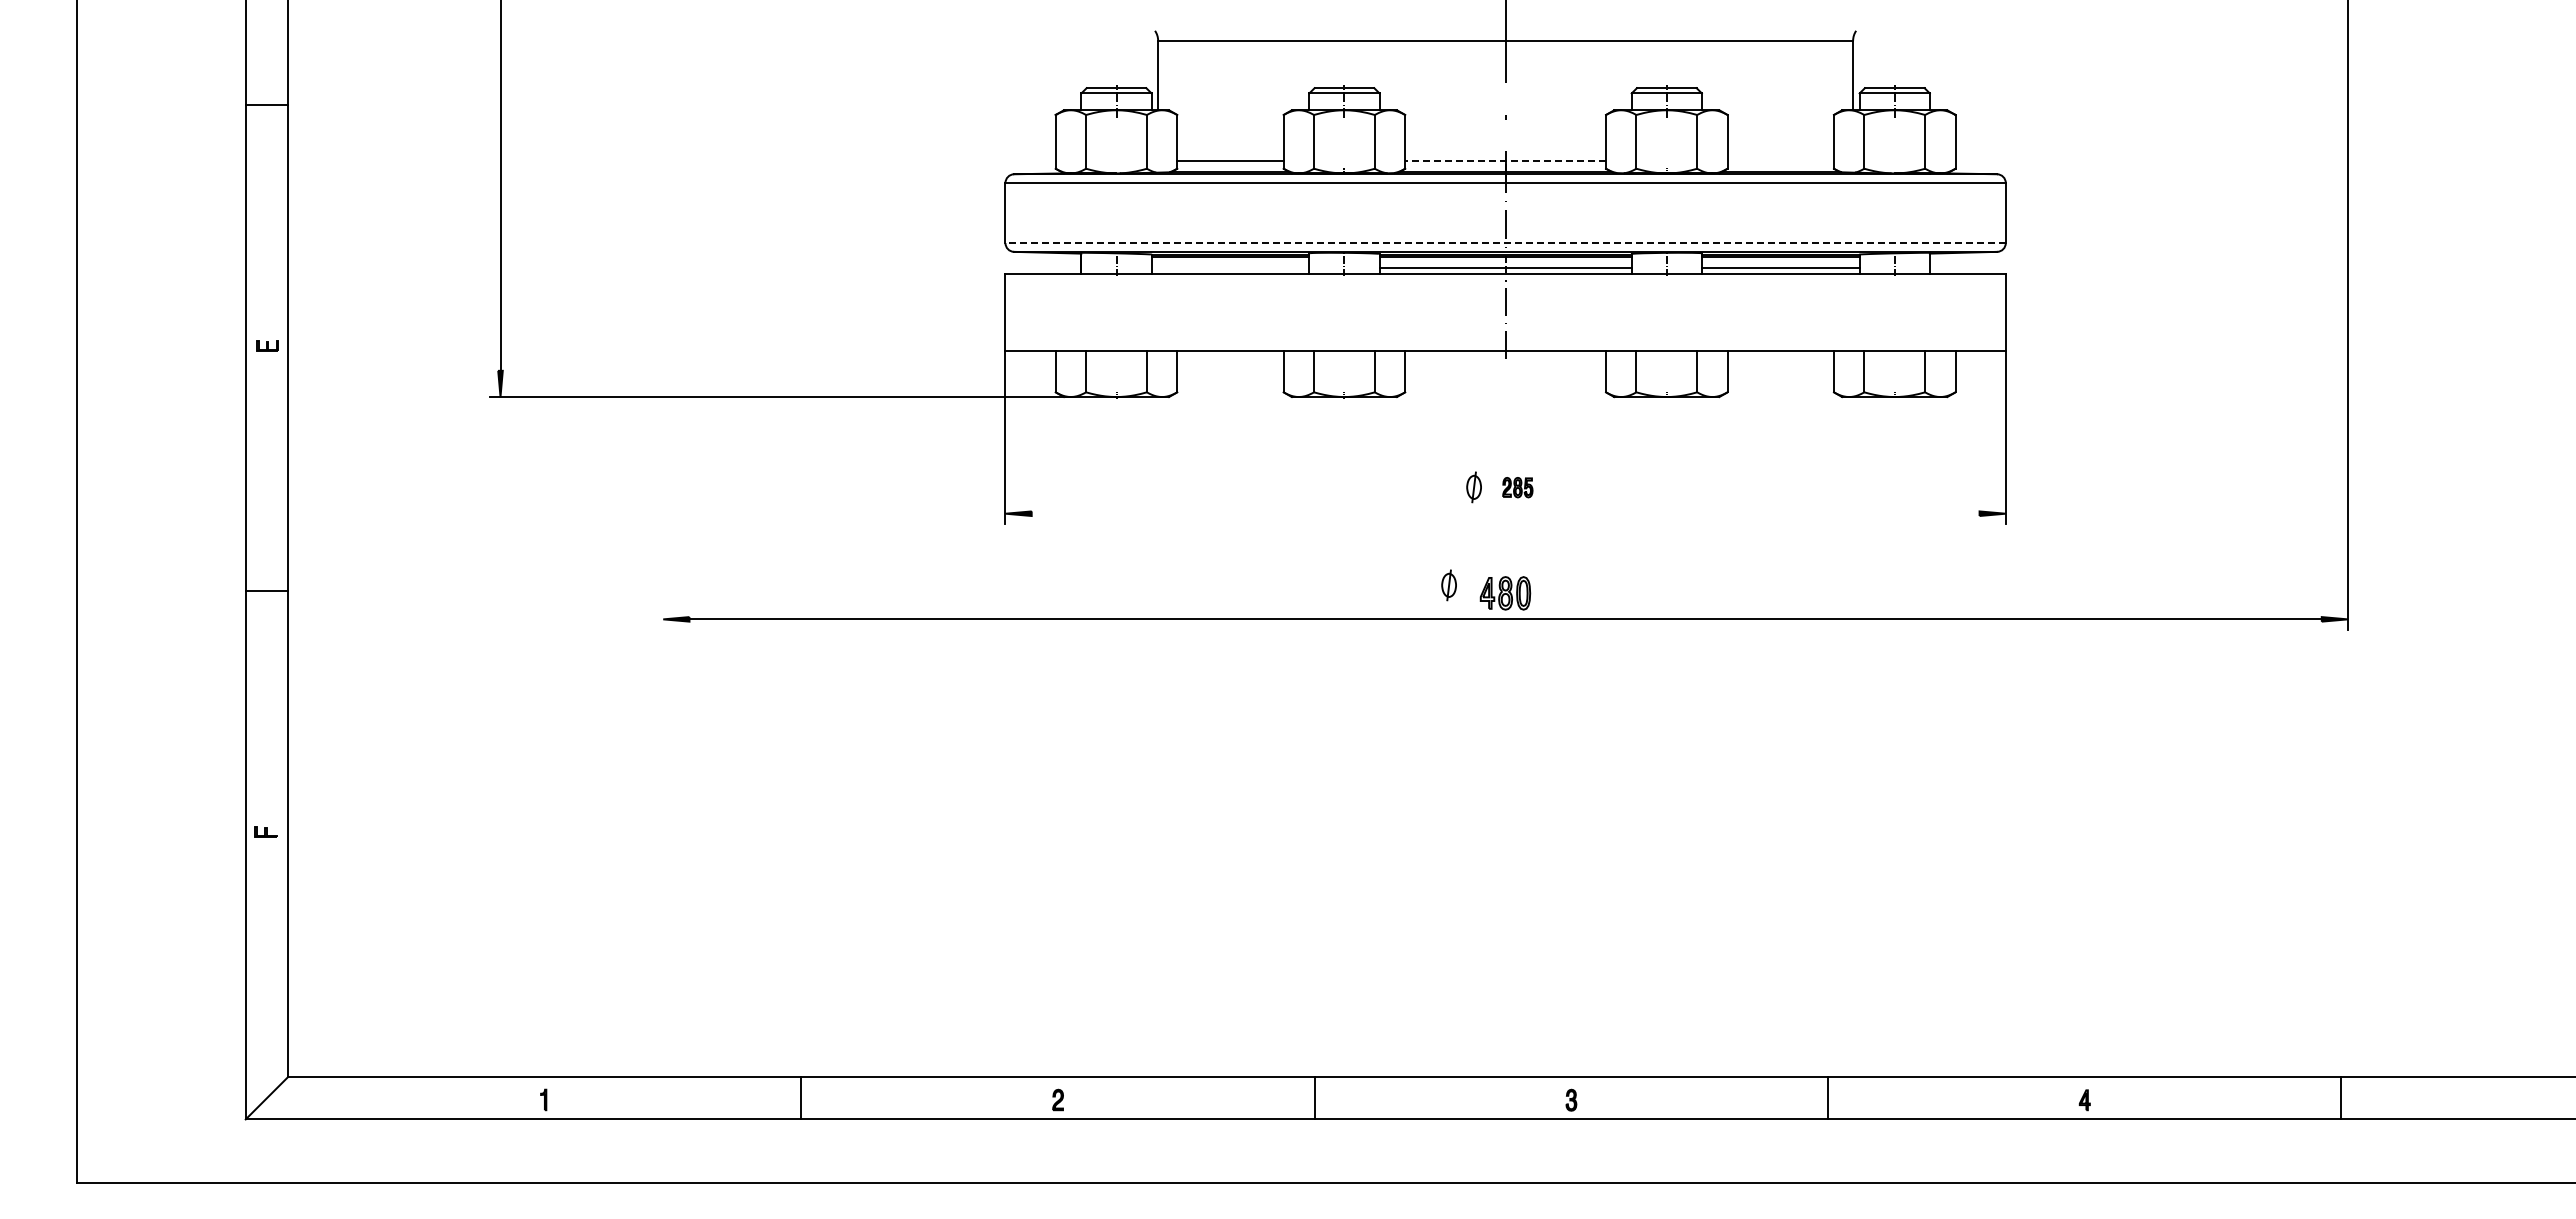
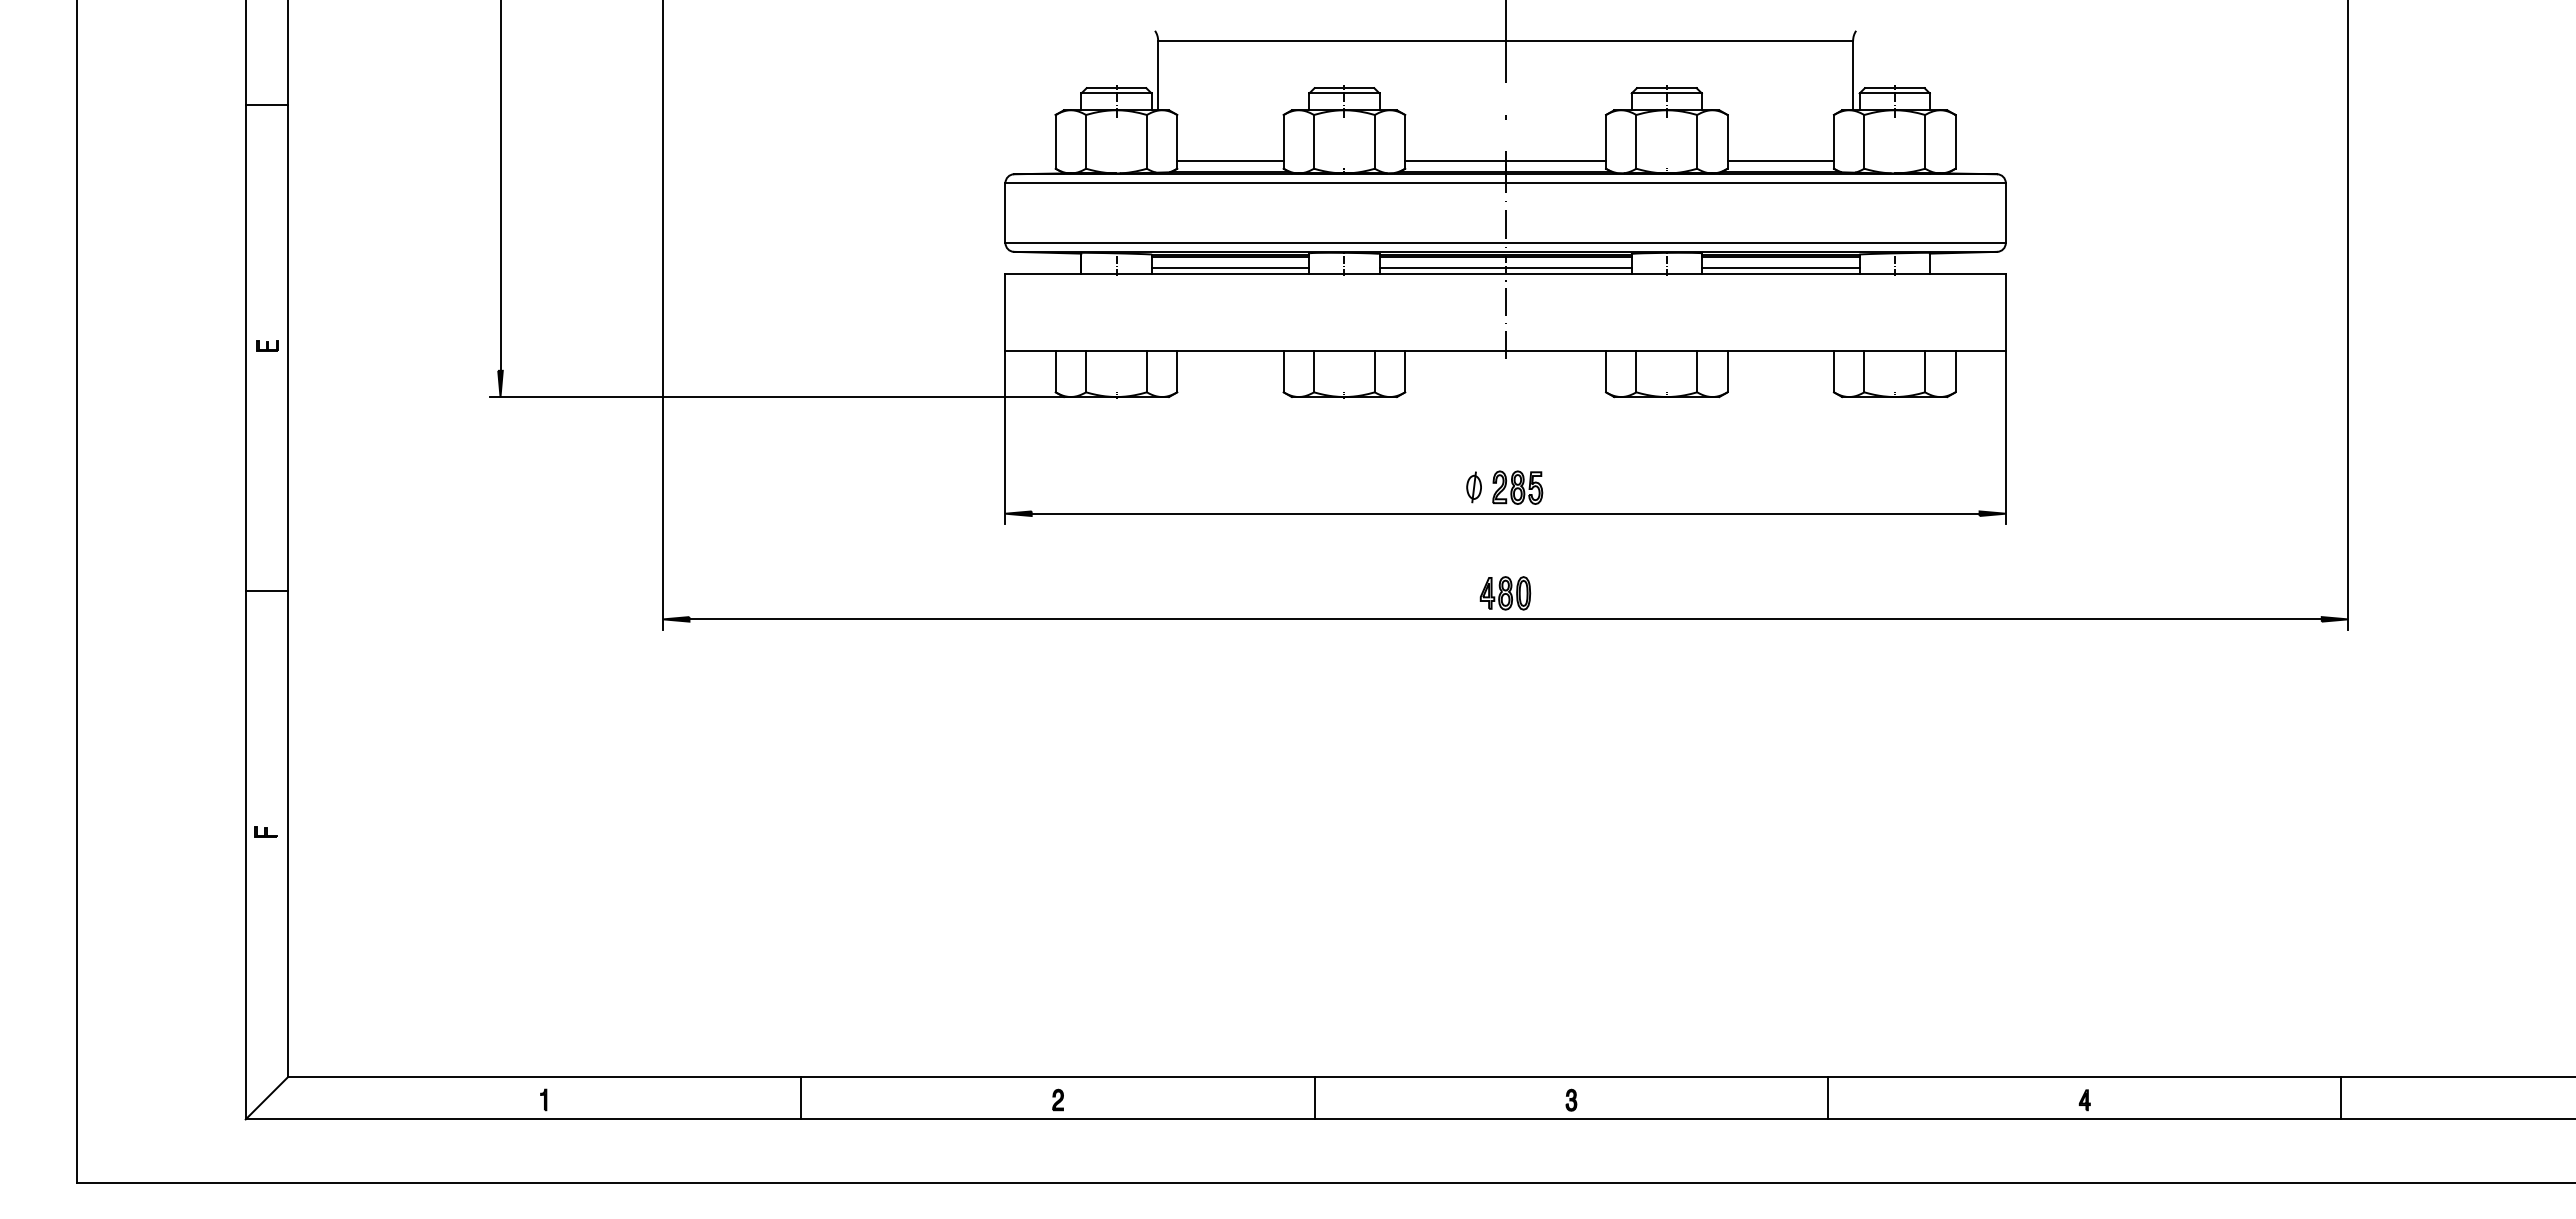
line at (1505, 161): dashed -> solid
line at (1780, 161): none -> present
line at (1505, 243): dashed -> solid
line at (1230, 268): none -> present
line at (663, 315): none -> present
part at (1517, 487) size: 32x22 px -> 52x35 px
line at (1505, 513): none -> present
part at (1448, 585): present -> none
